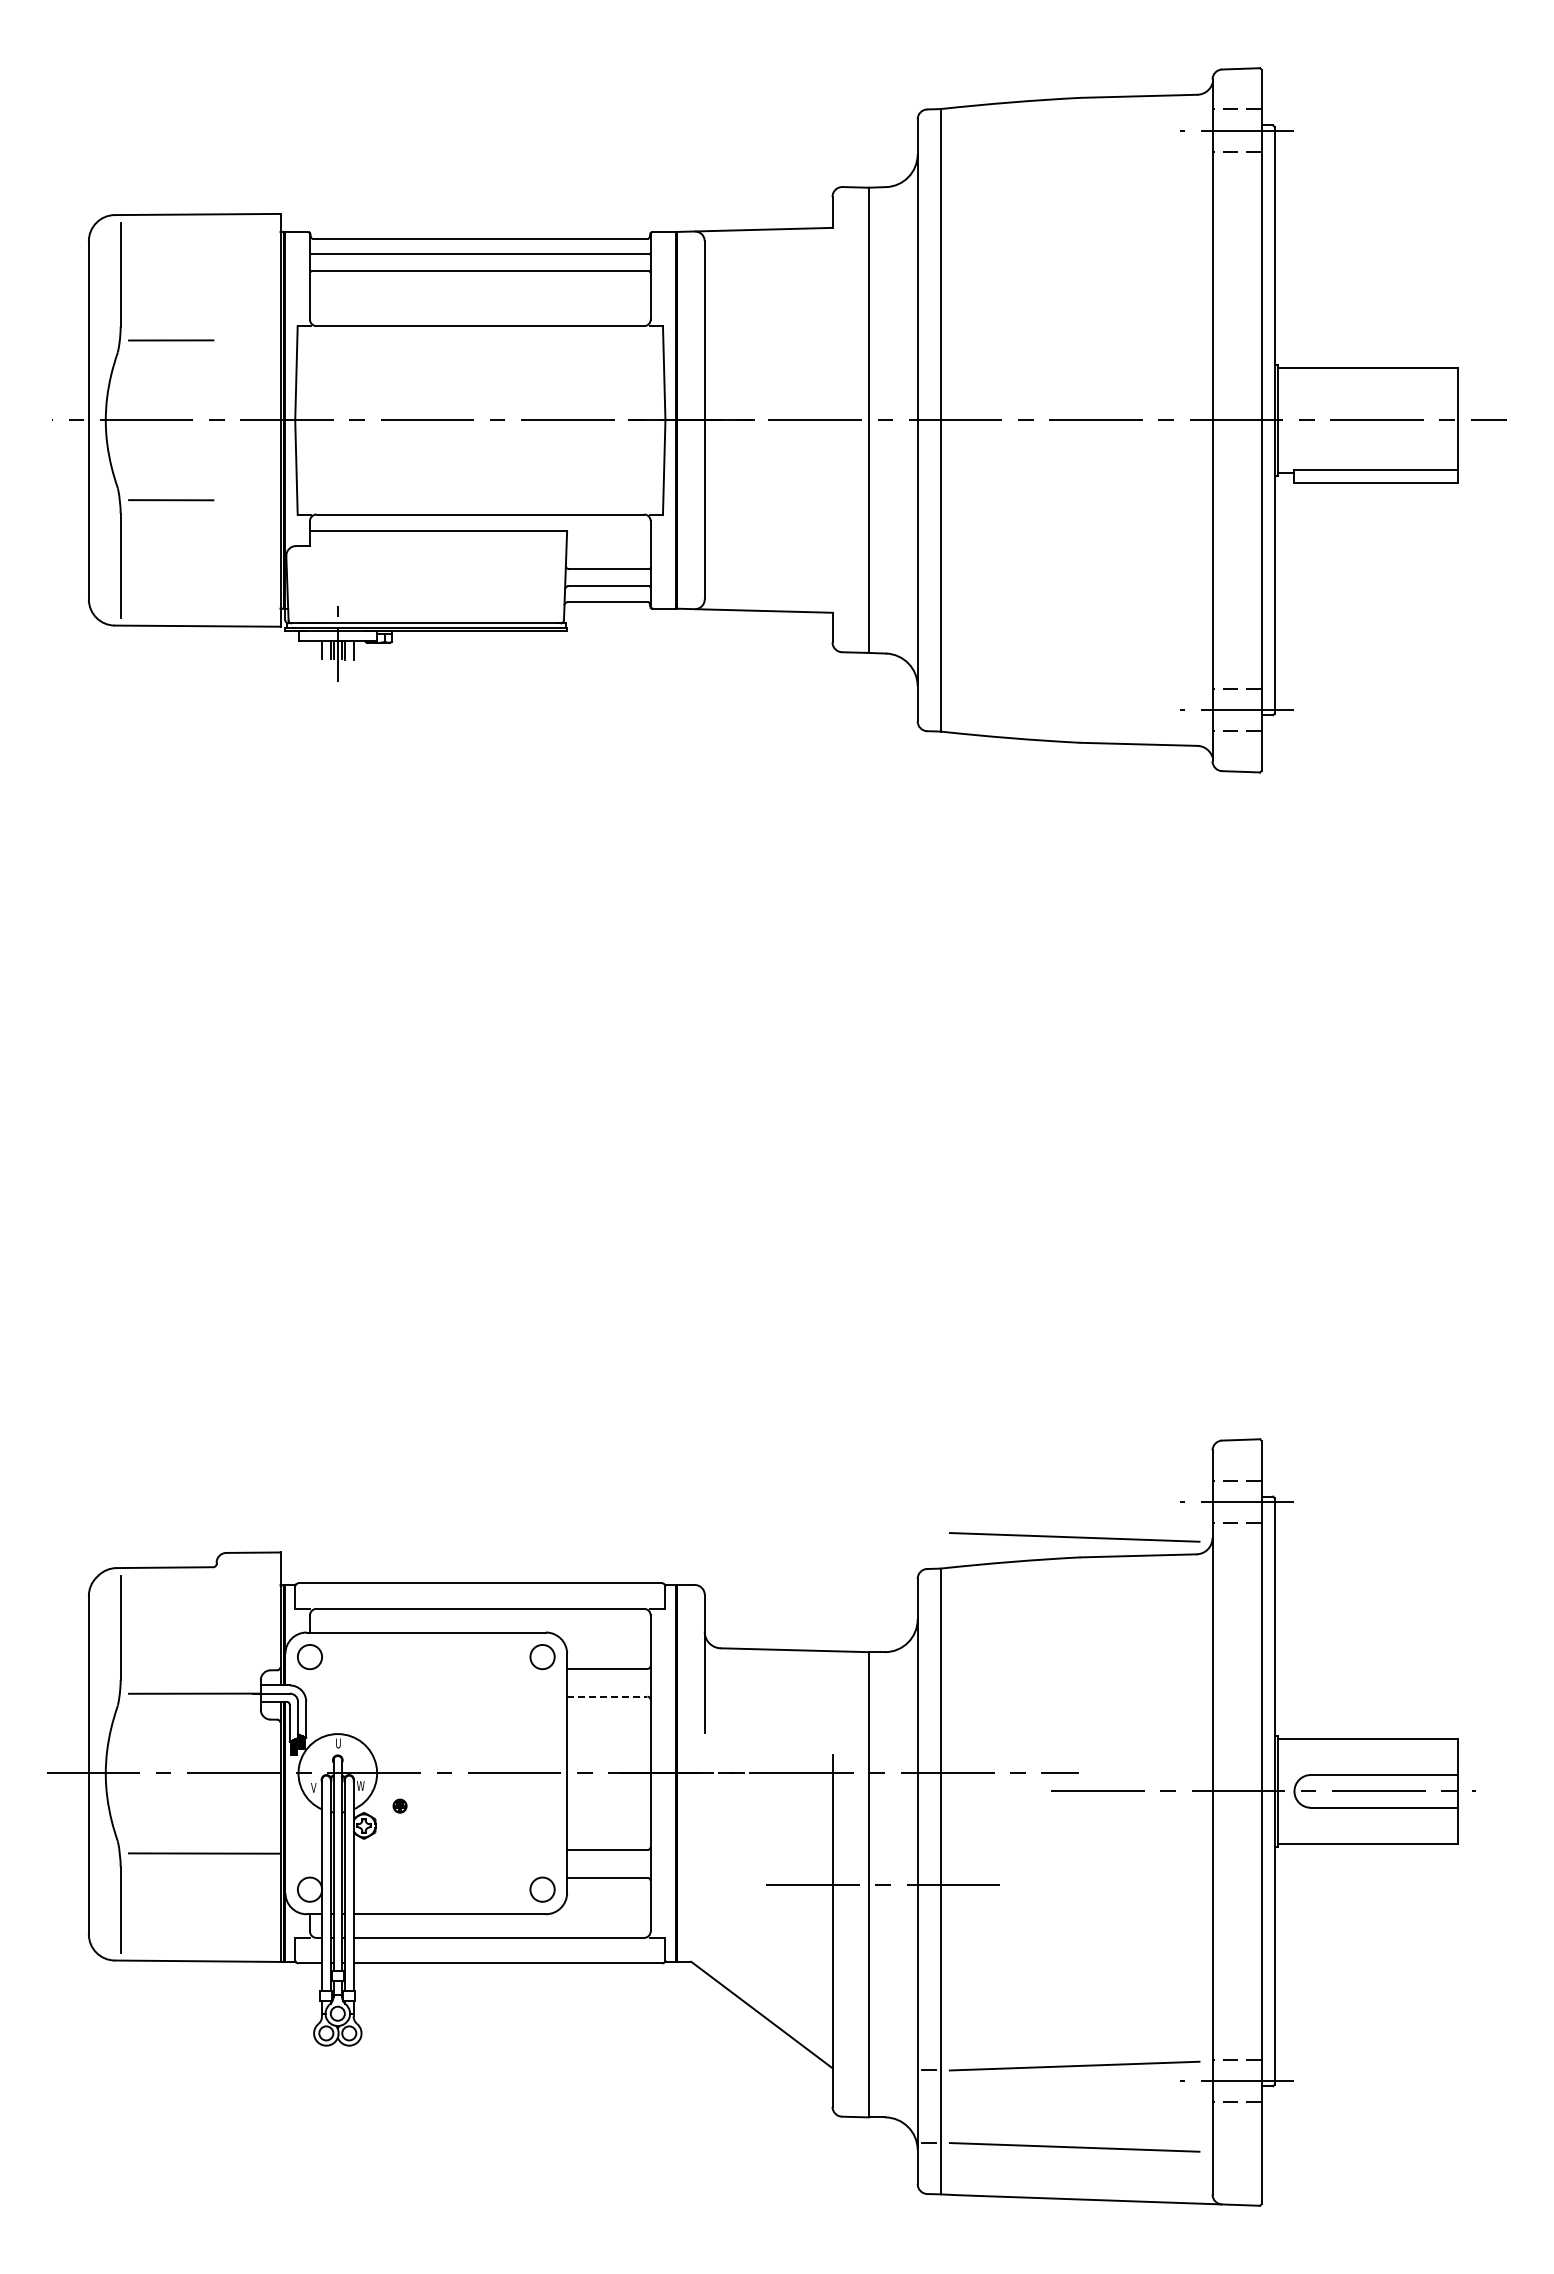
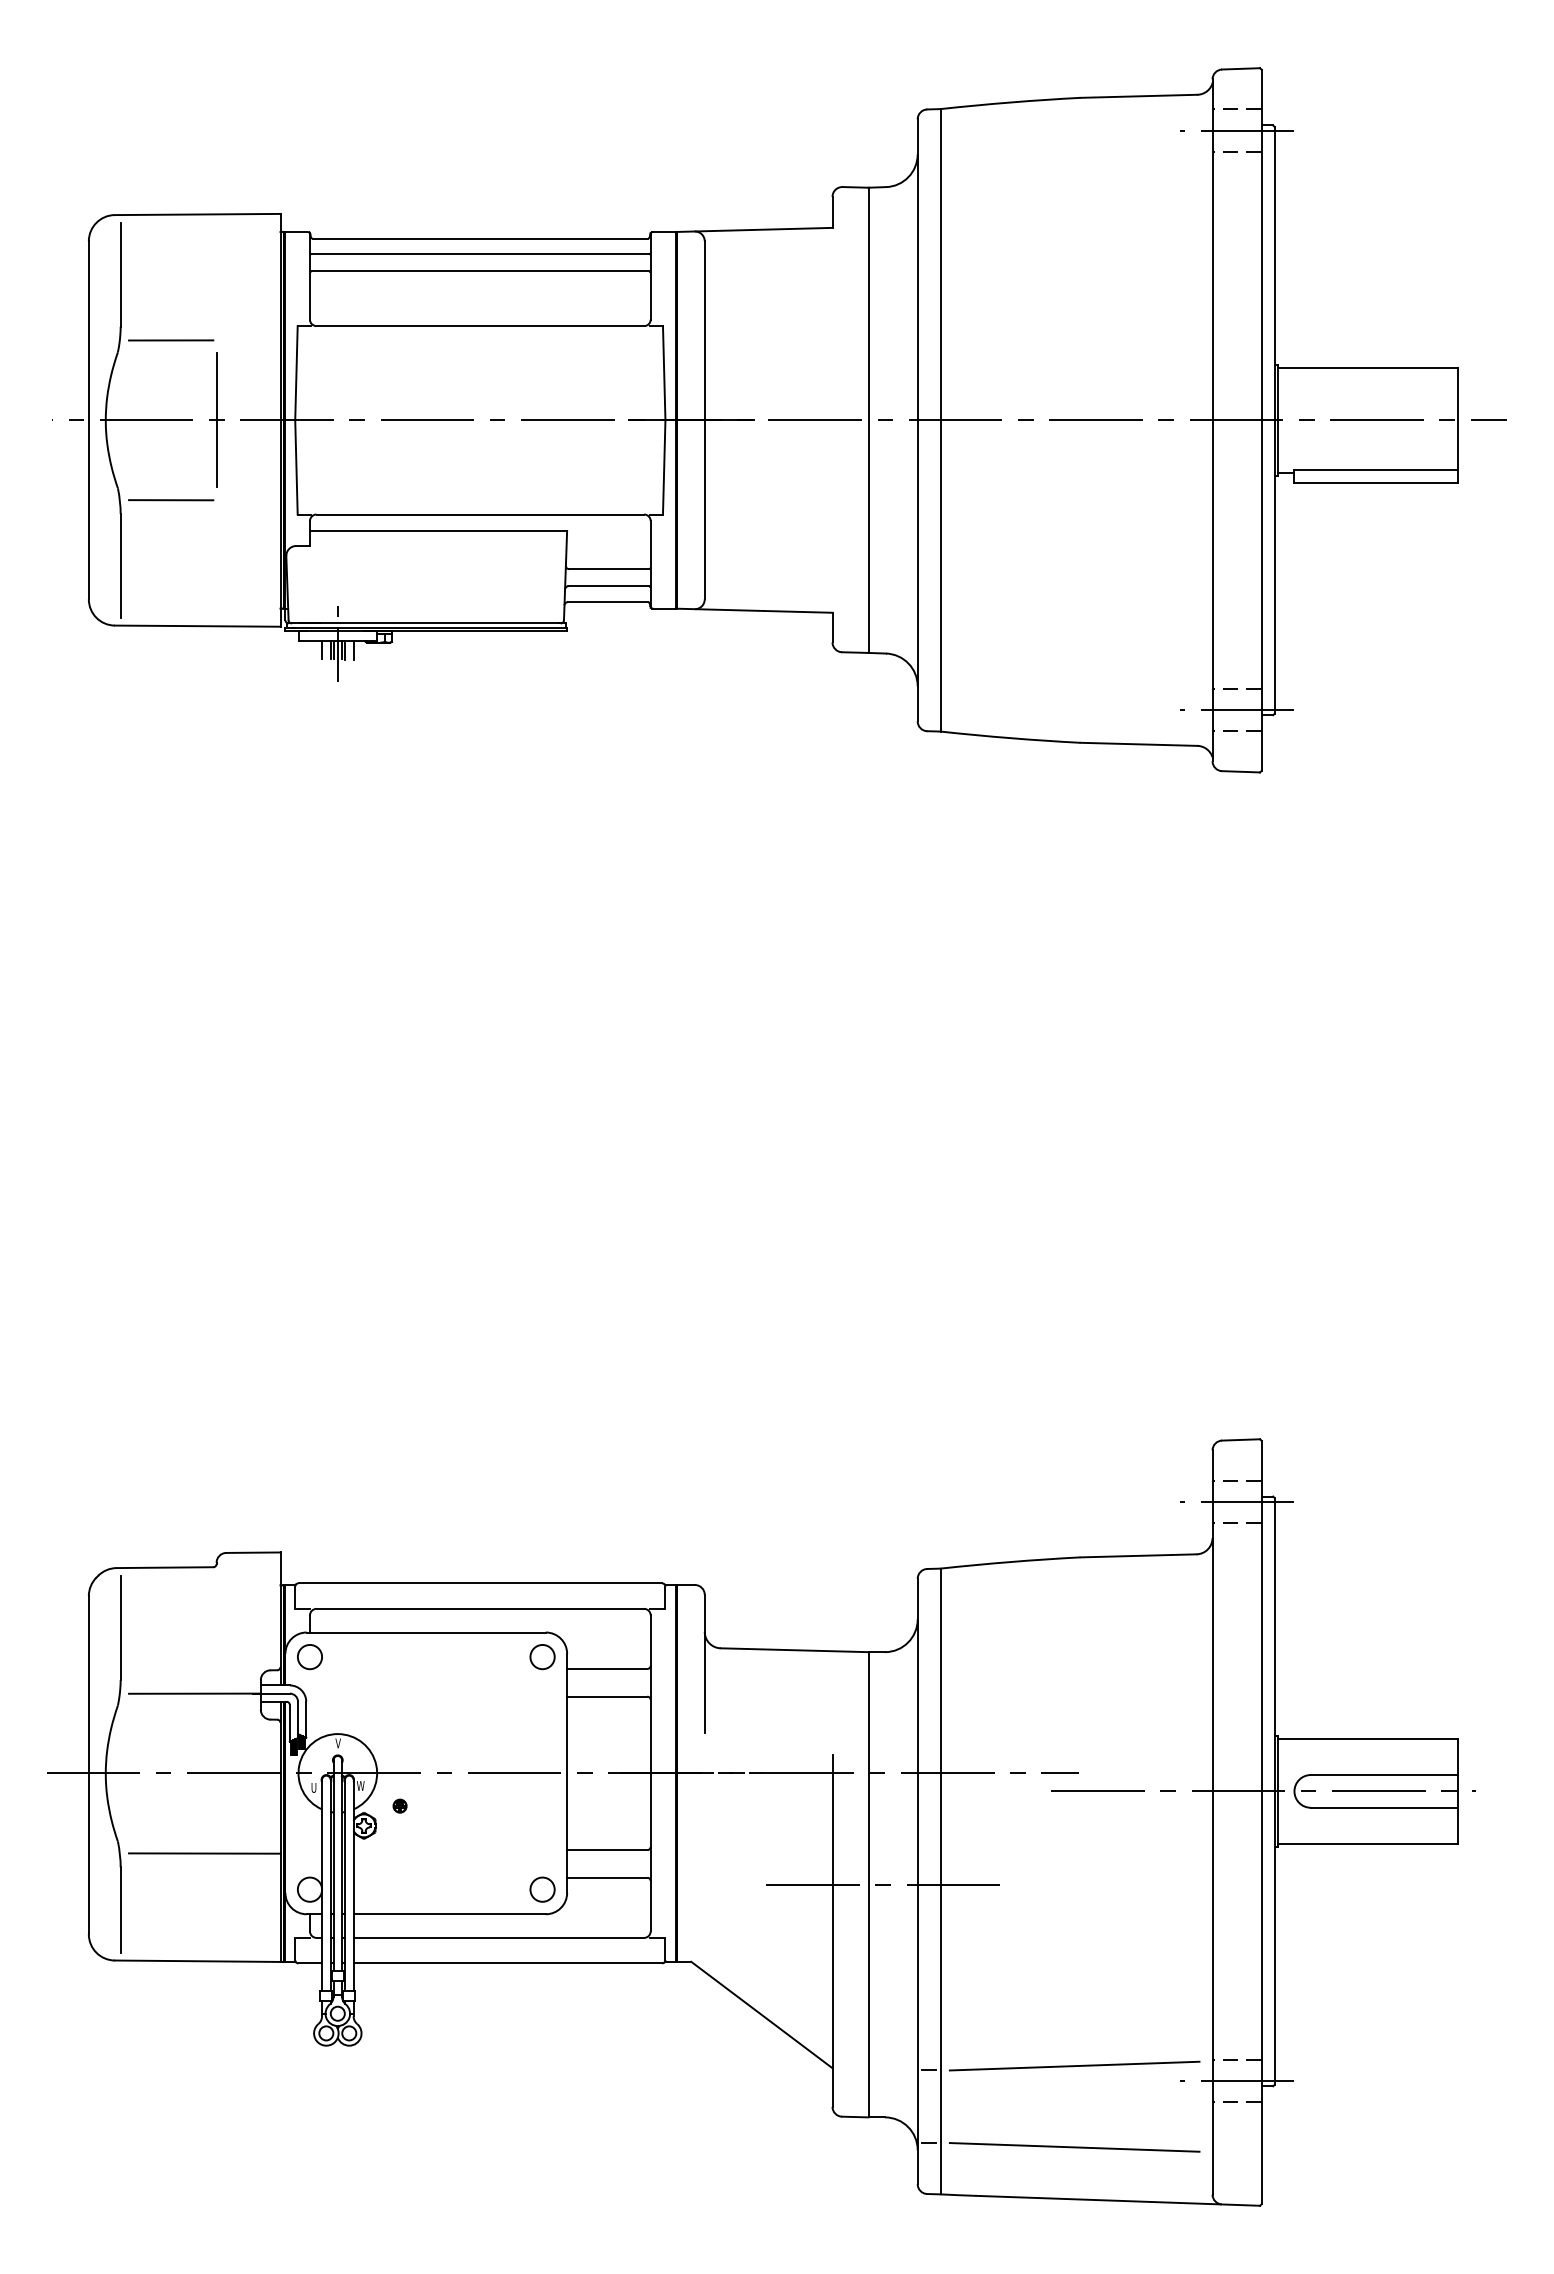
line at (216, 420): none -> present
line at (1074, 1537): present -> none
line at (607, 1696): dashed -> solid
text at (337, 1743): U -> V
text at (313, 1787): V -> U
